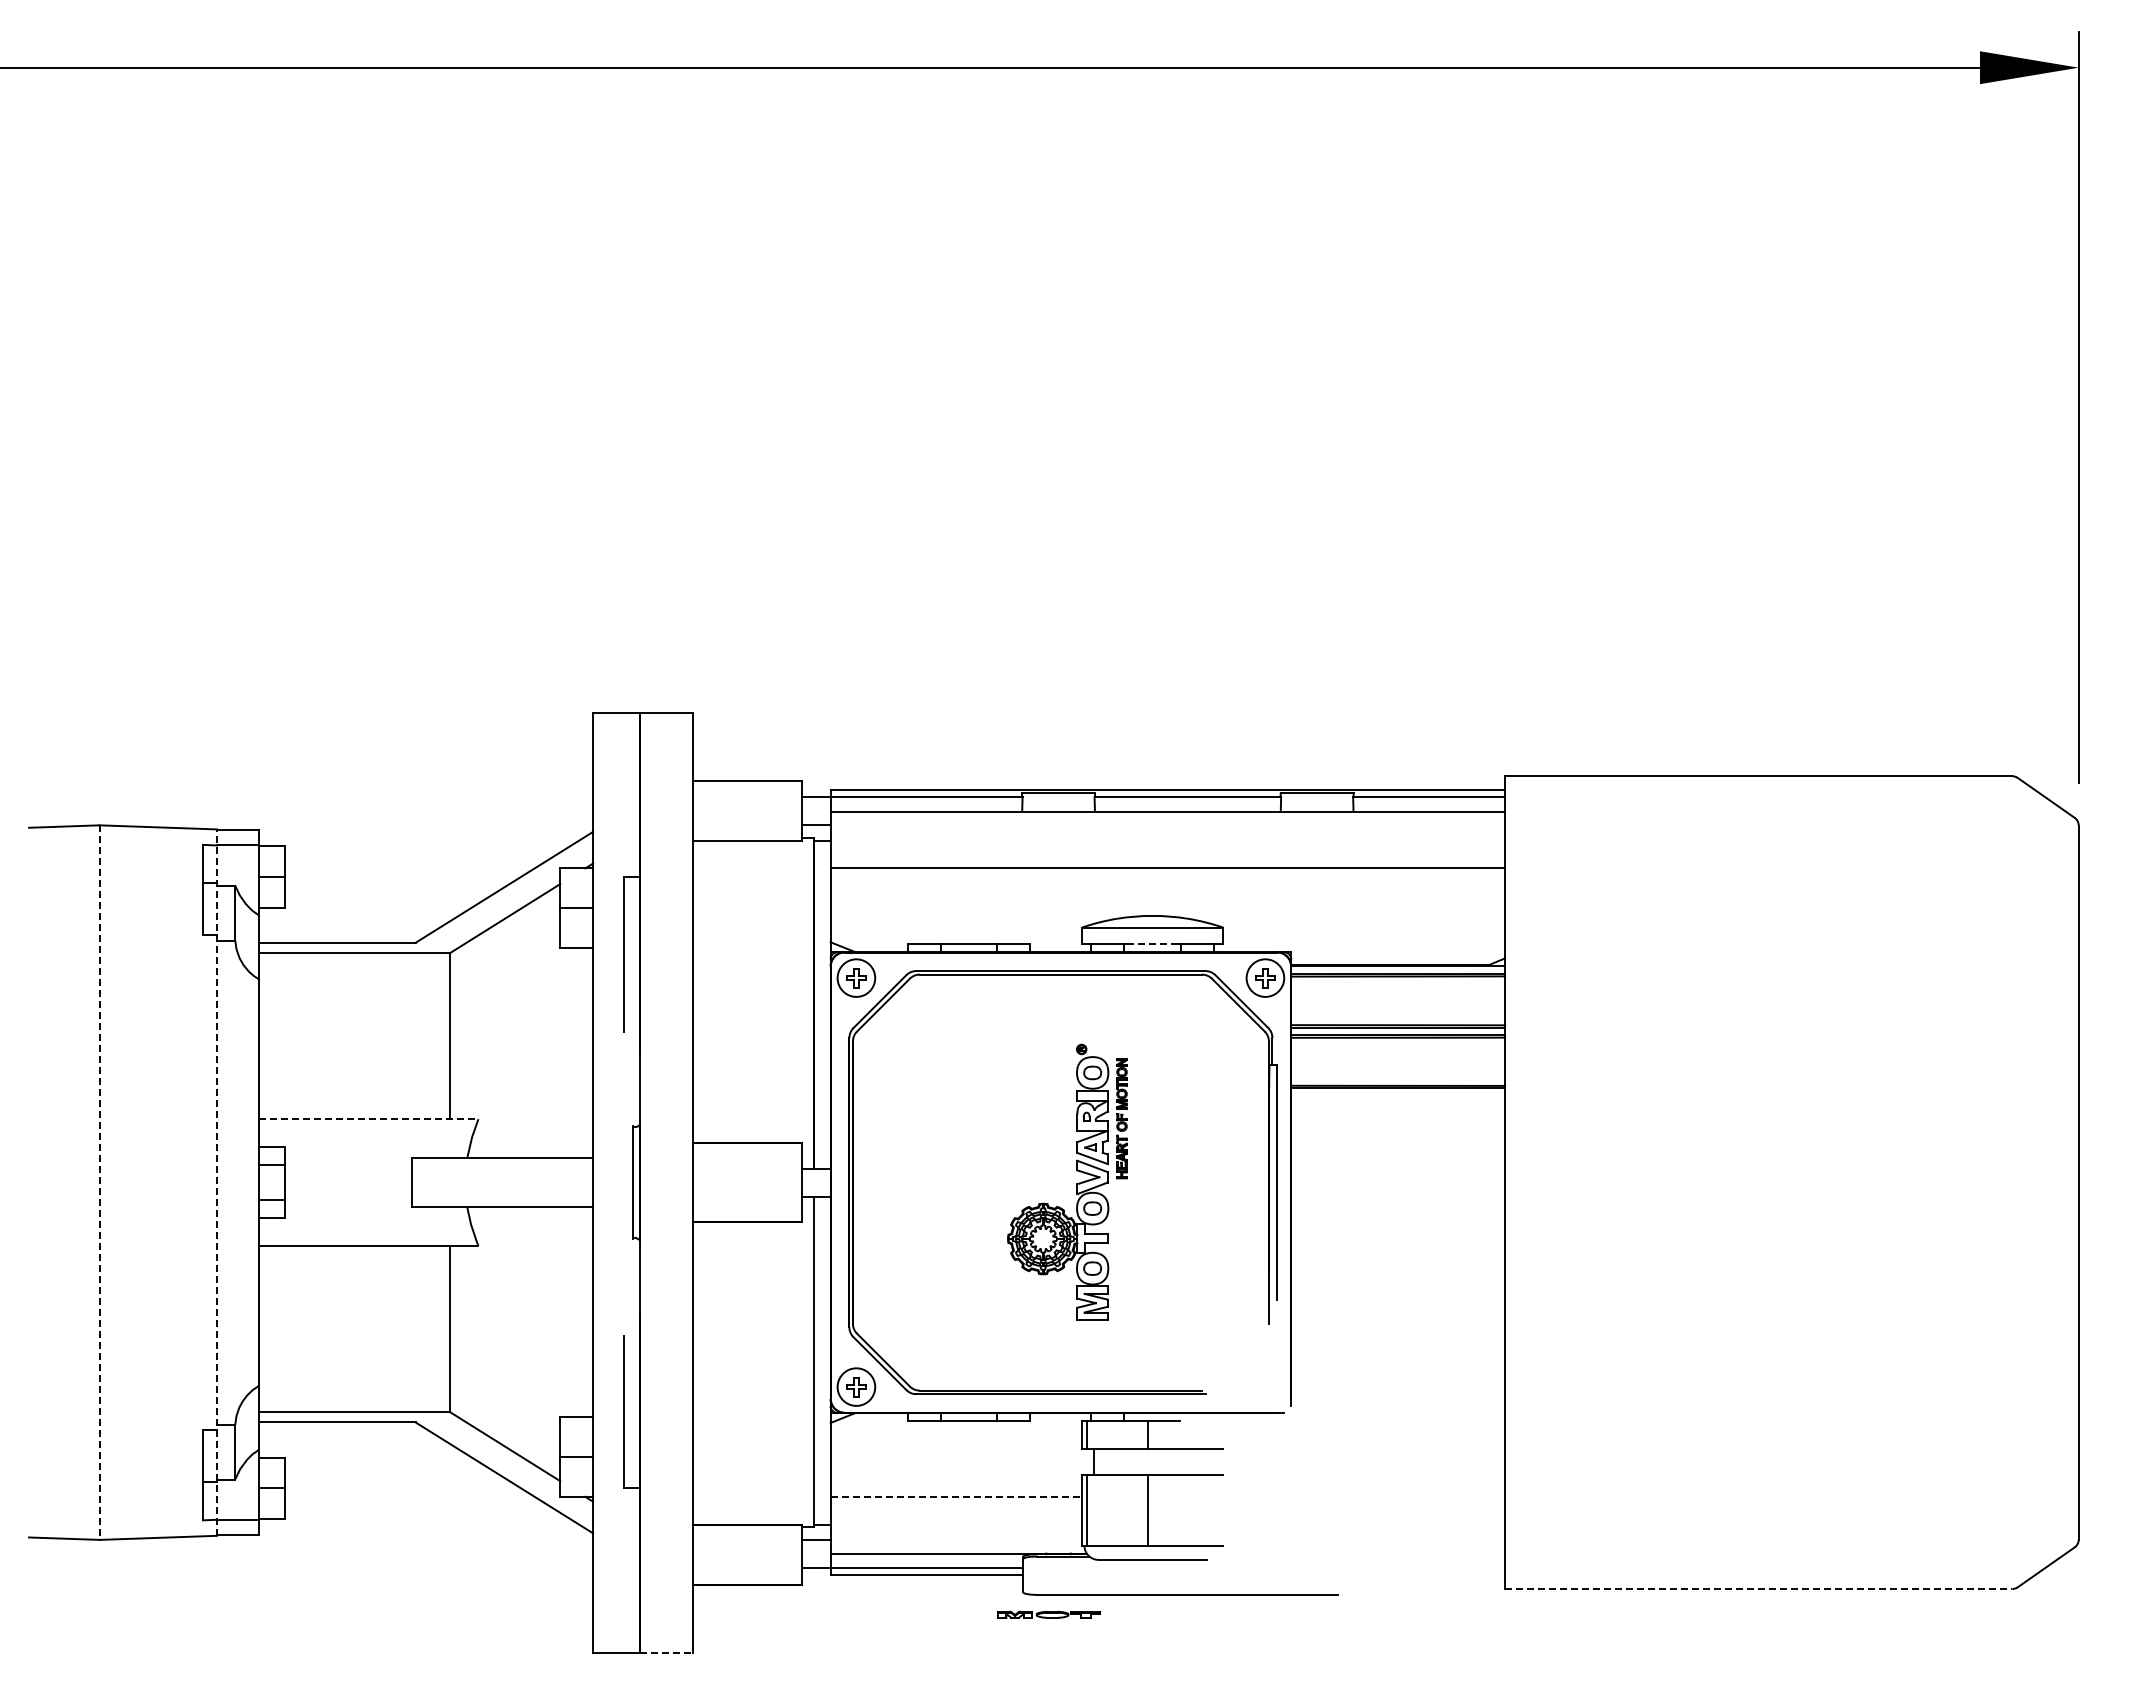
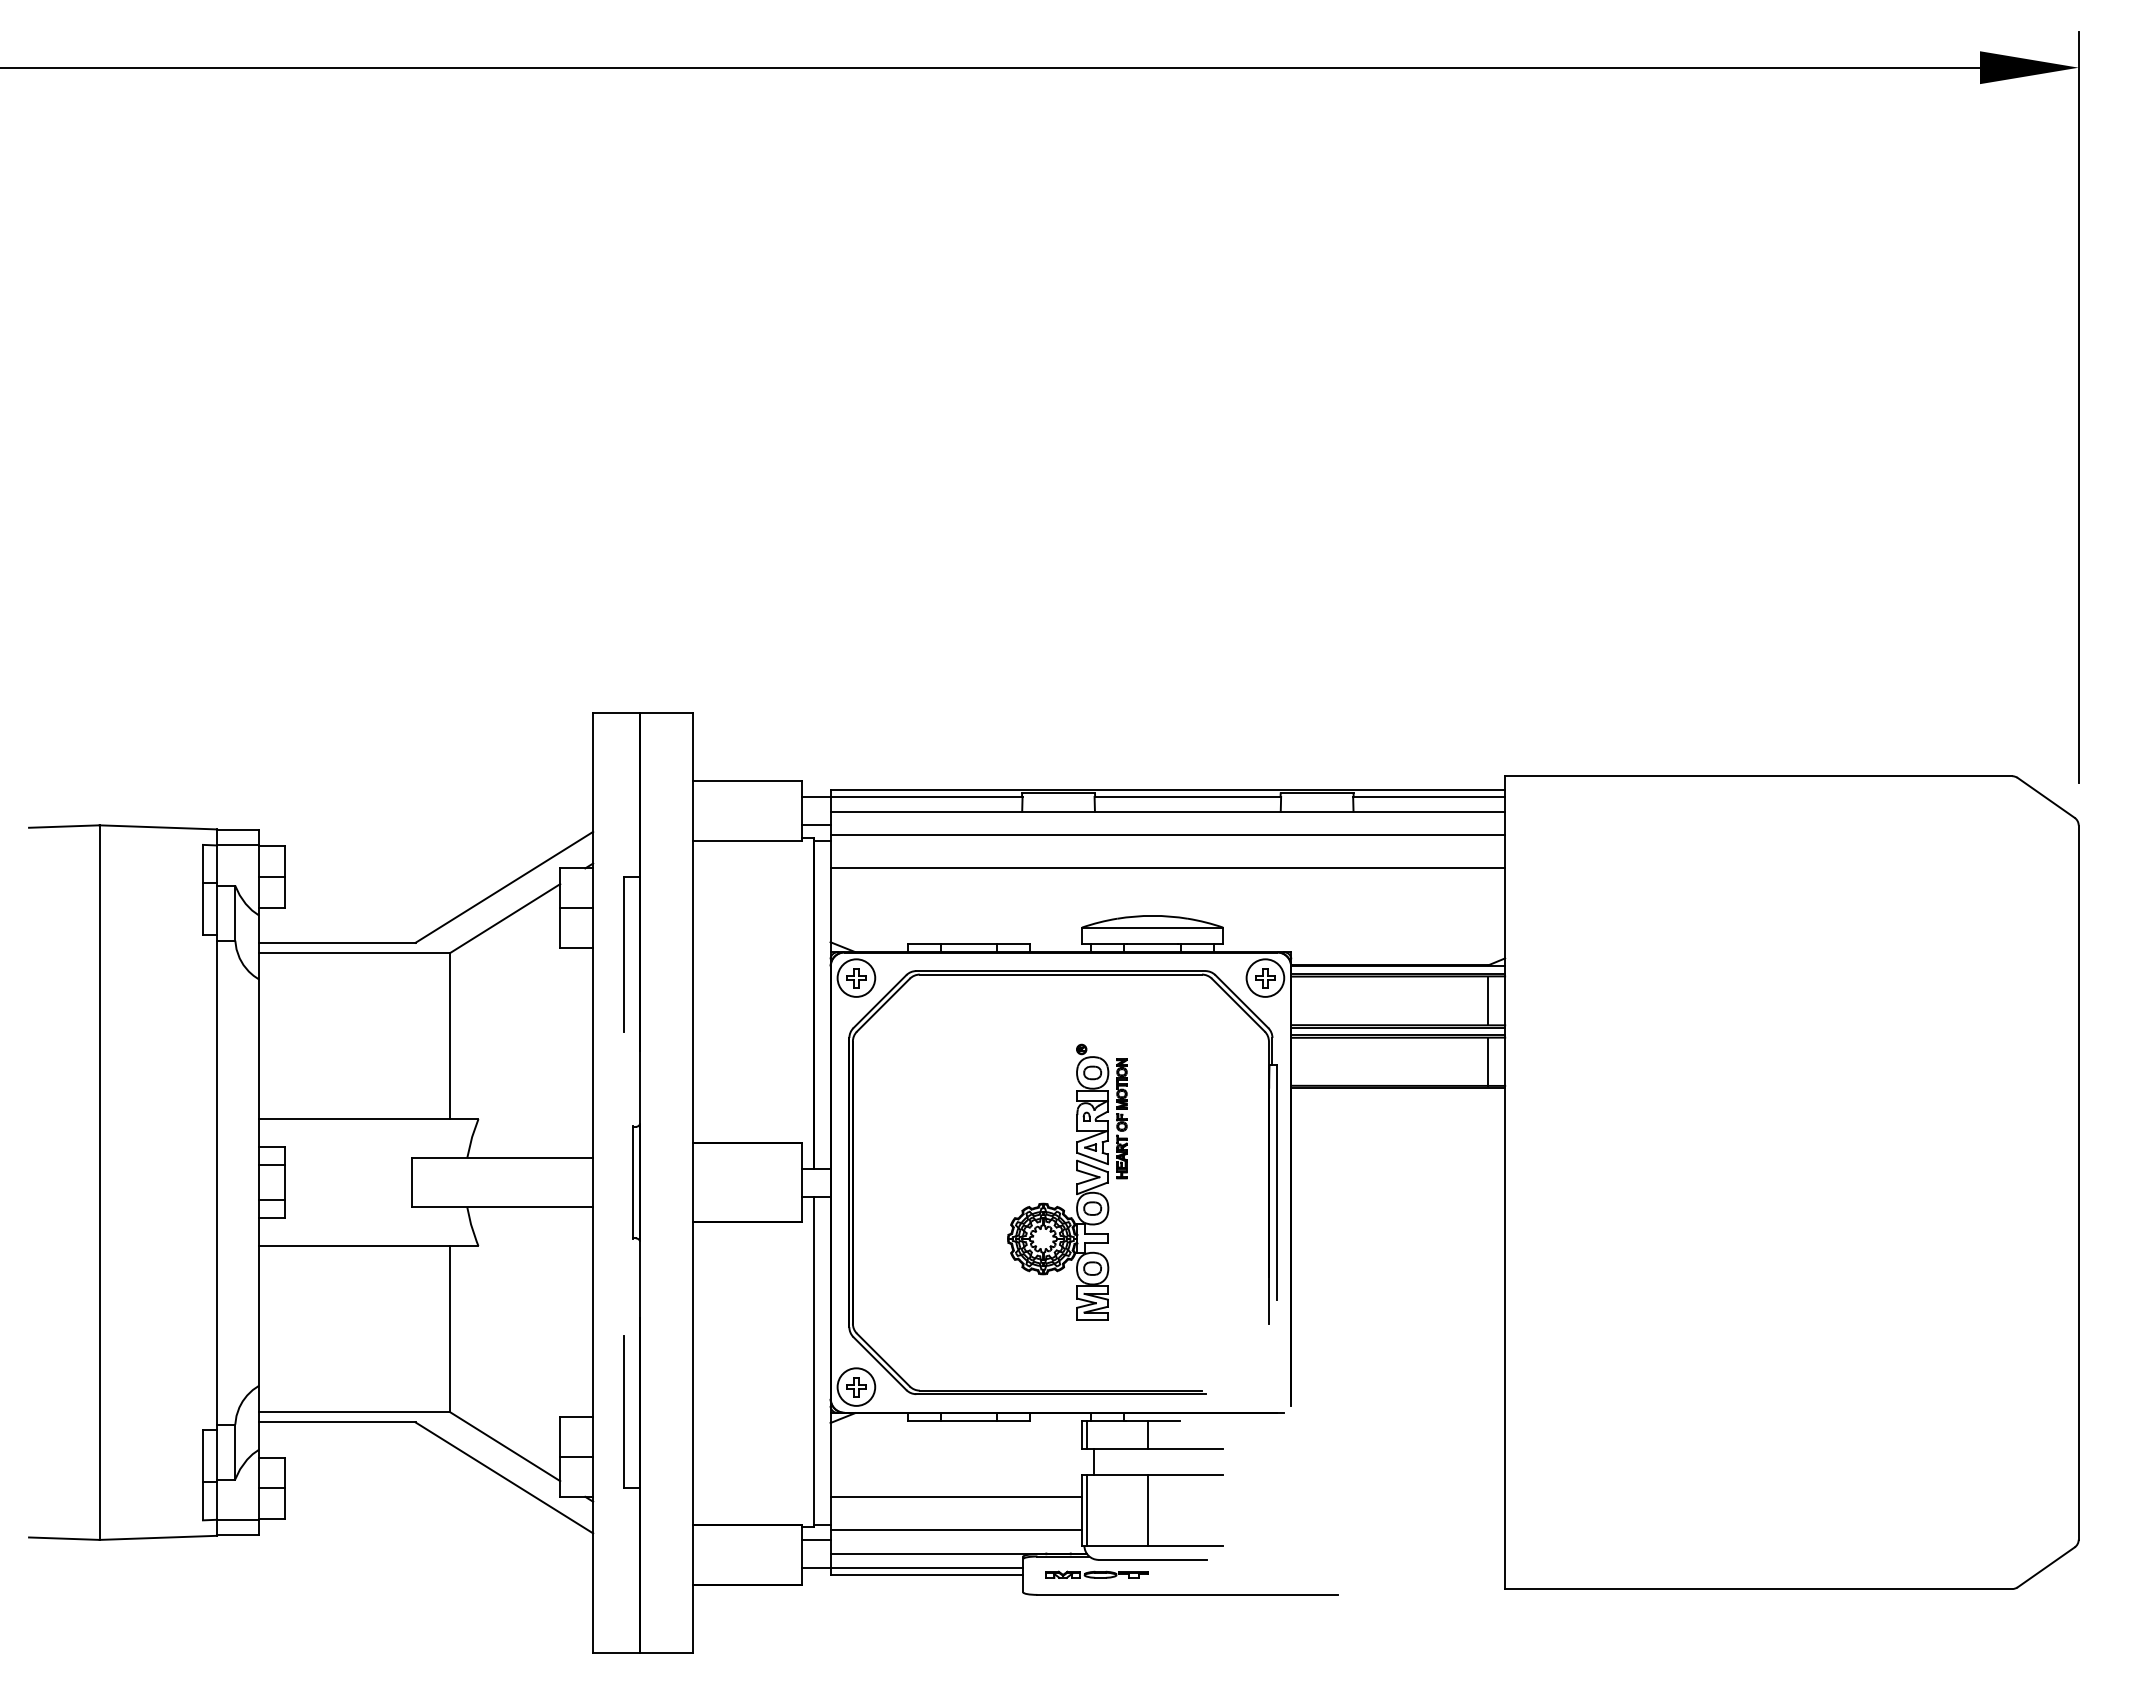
line at (1167, 834): none -> present
line at (1153, 944): dashed -> solid
line at (1488, 1000): none -> present
line at (1488, 1061): none -> present
line at (368, 1119): dashed -> solid
line at (217, 1182): dashed -> solid
line at (99, 1183): dashed -> solid
line at (956, 1496): dashed -> solid
line at (956, 1530): none -> present
line at (1758, 1589): dashed -> solid
part at (1048, 1614) position: (1048, 1614) -> (1096, 1574)
line at (667, 1652): dashed -> solid
